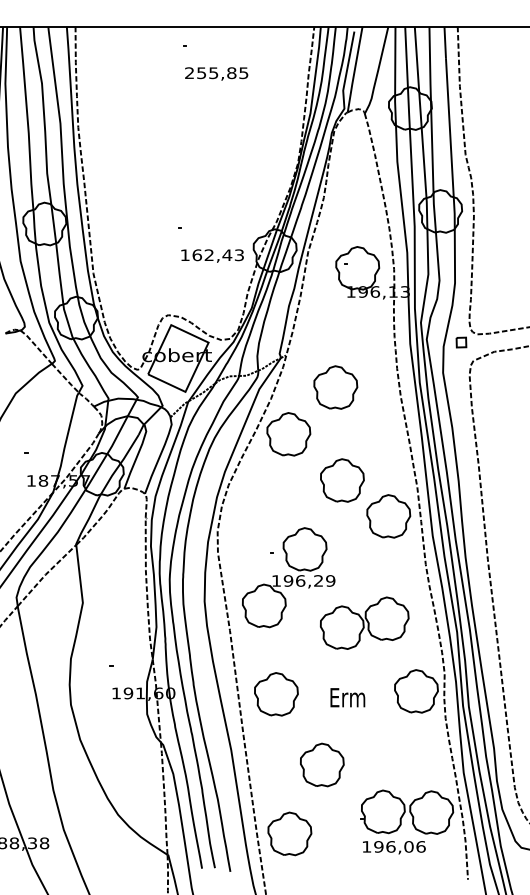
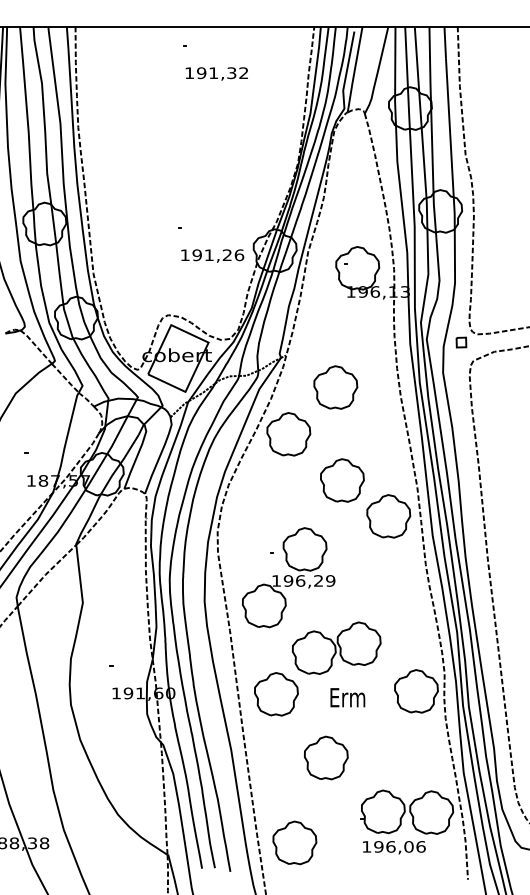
text at (216, 73): 255,85 -> 191,32
text at (218, 255): 162,43 -> 191,26
part at (364, 622) position: (364, 622) -> (336, 647)
part at (322, 764) position: (322, 764) -> (326, 757)
part at (289, 833) position: (289, 833) -> (294, 842)
